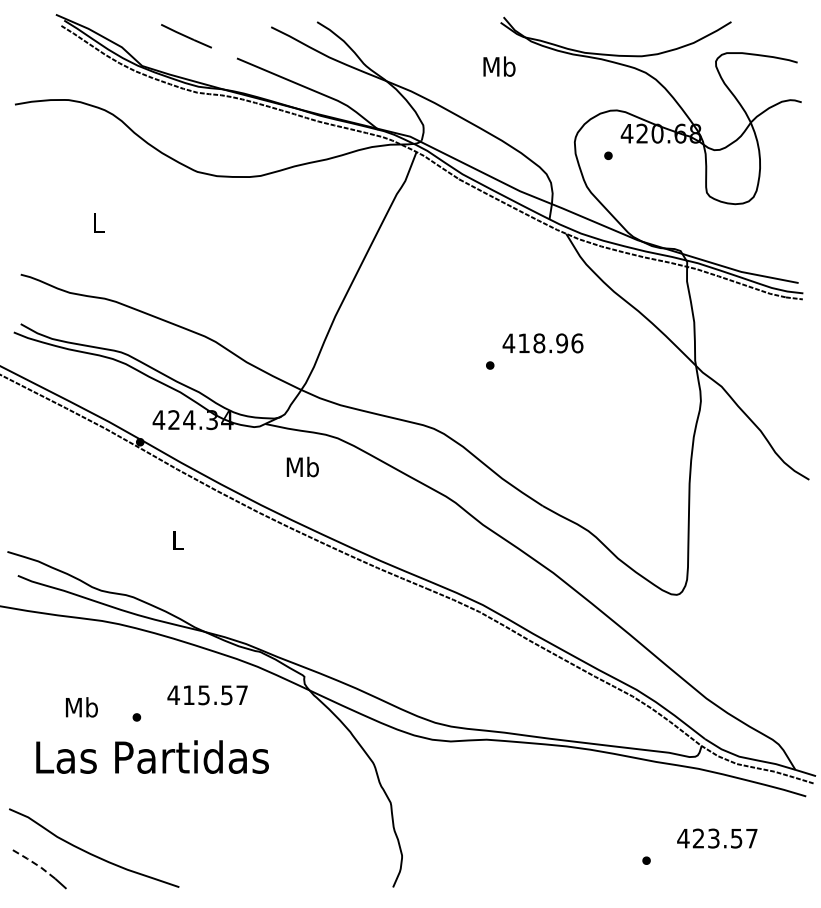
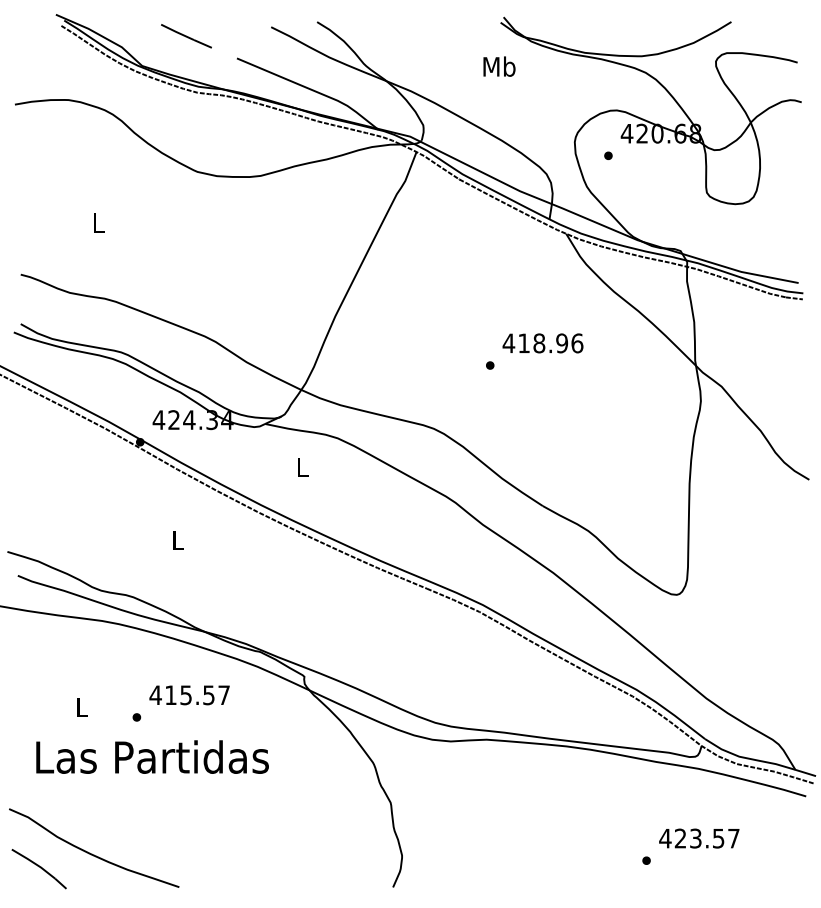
text at (302, 466): Mb -> L
text at (207, 695) position: (207, 695) -> (189, 695)
text at (81, 707): Mb -> L
text at (717, 838) position: (717, 838) -> (699, 838)
line at (33, 862): dashed -> solid
